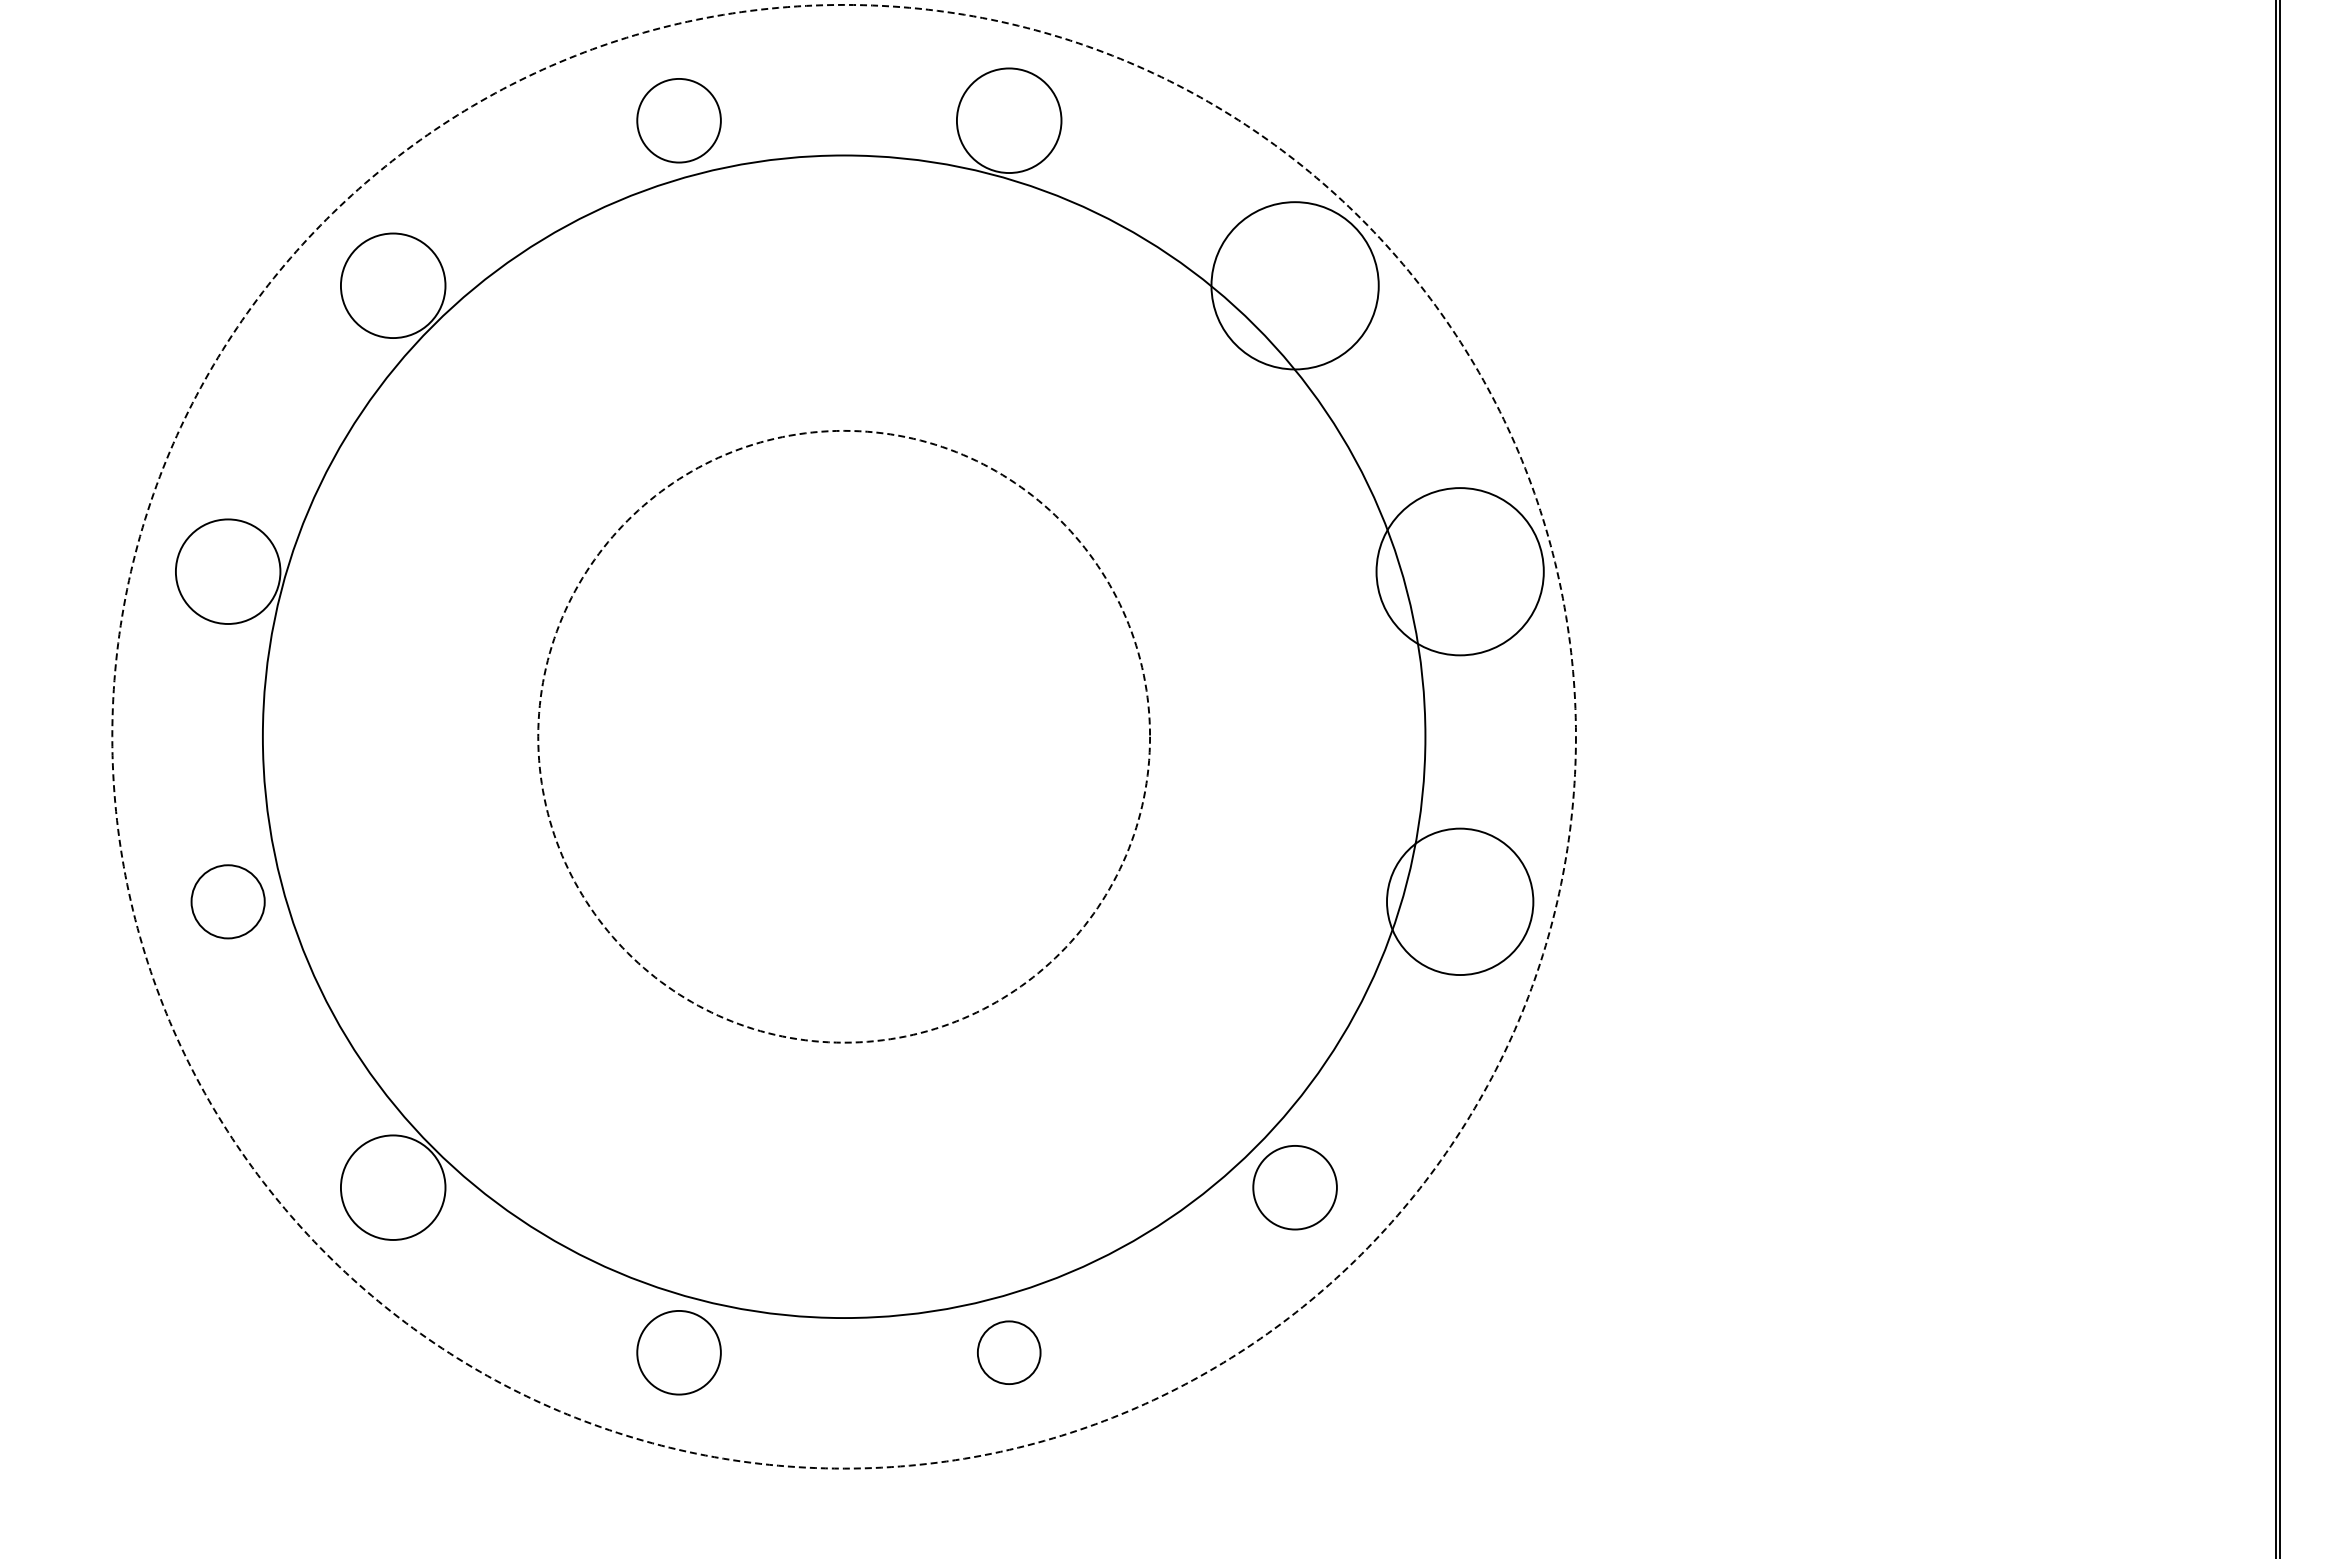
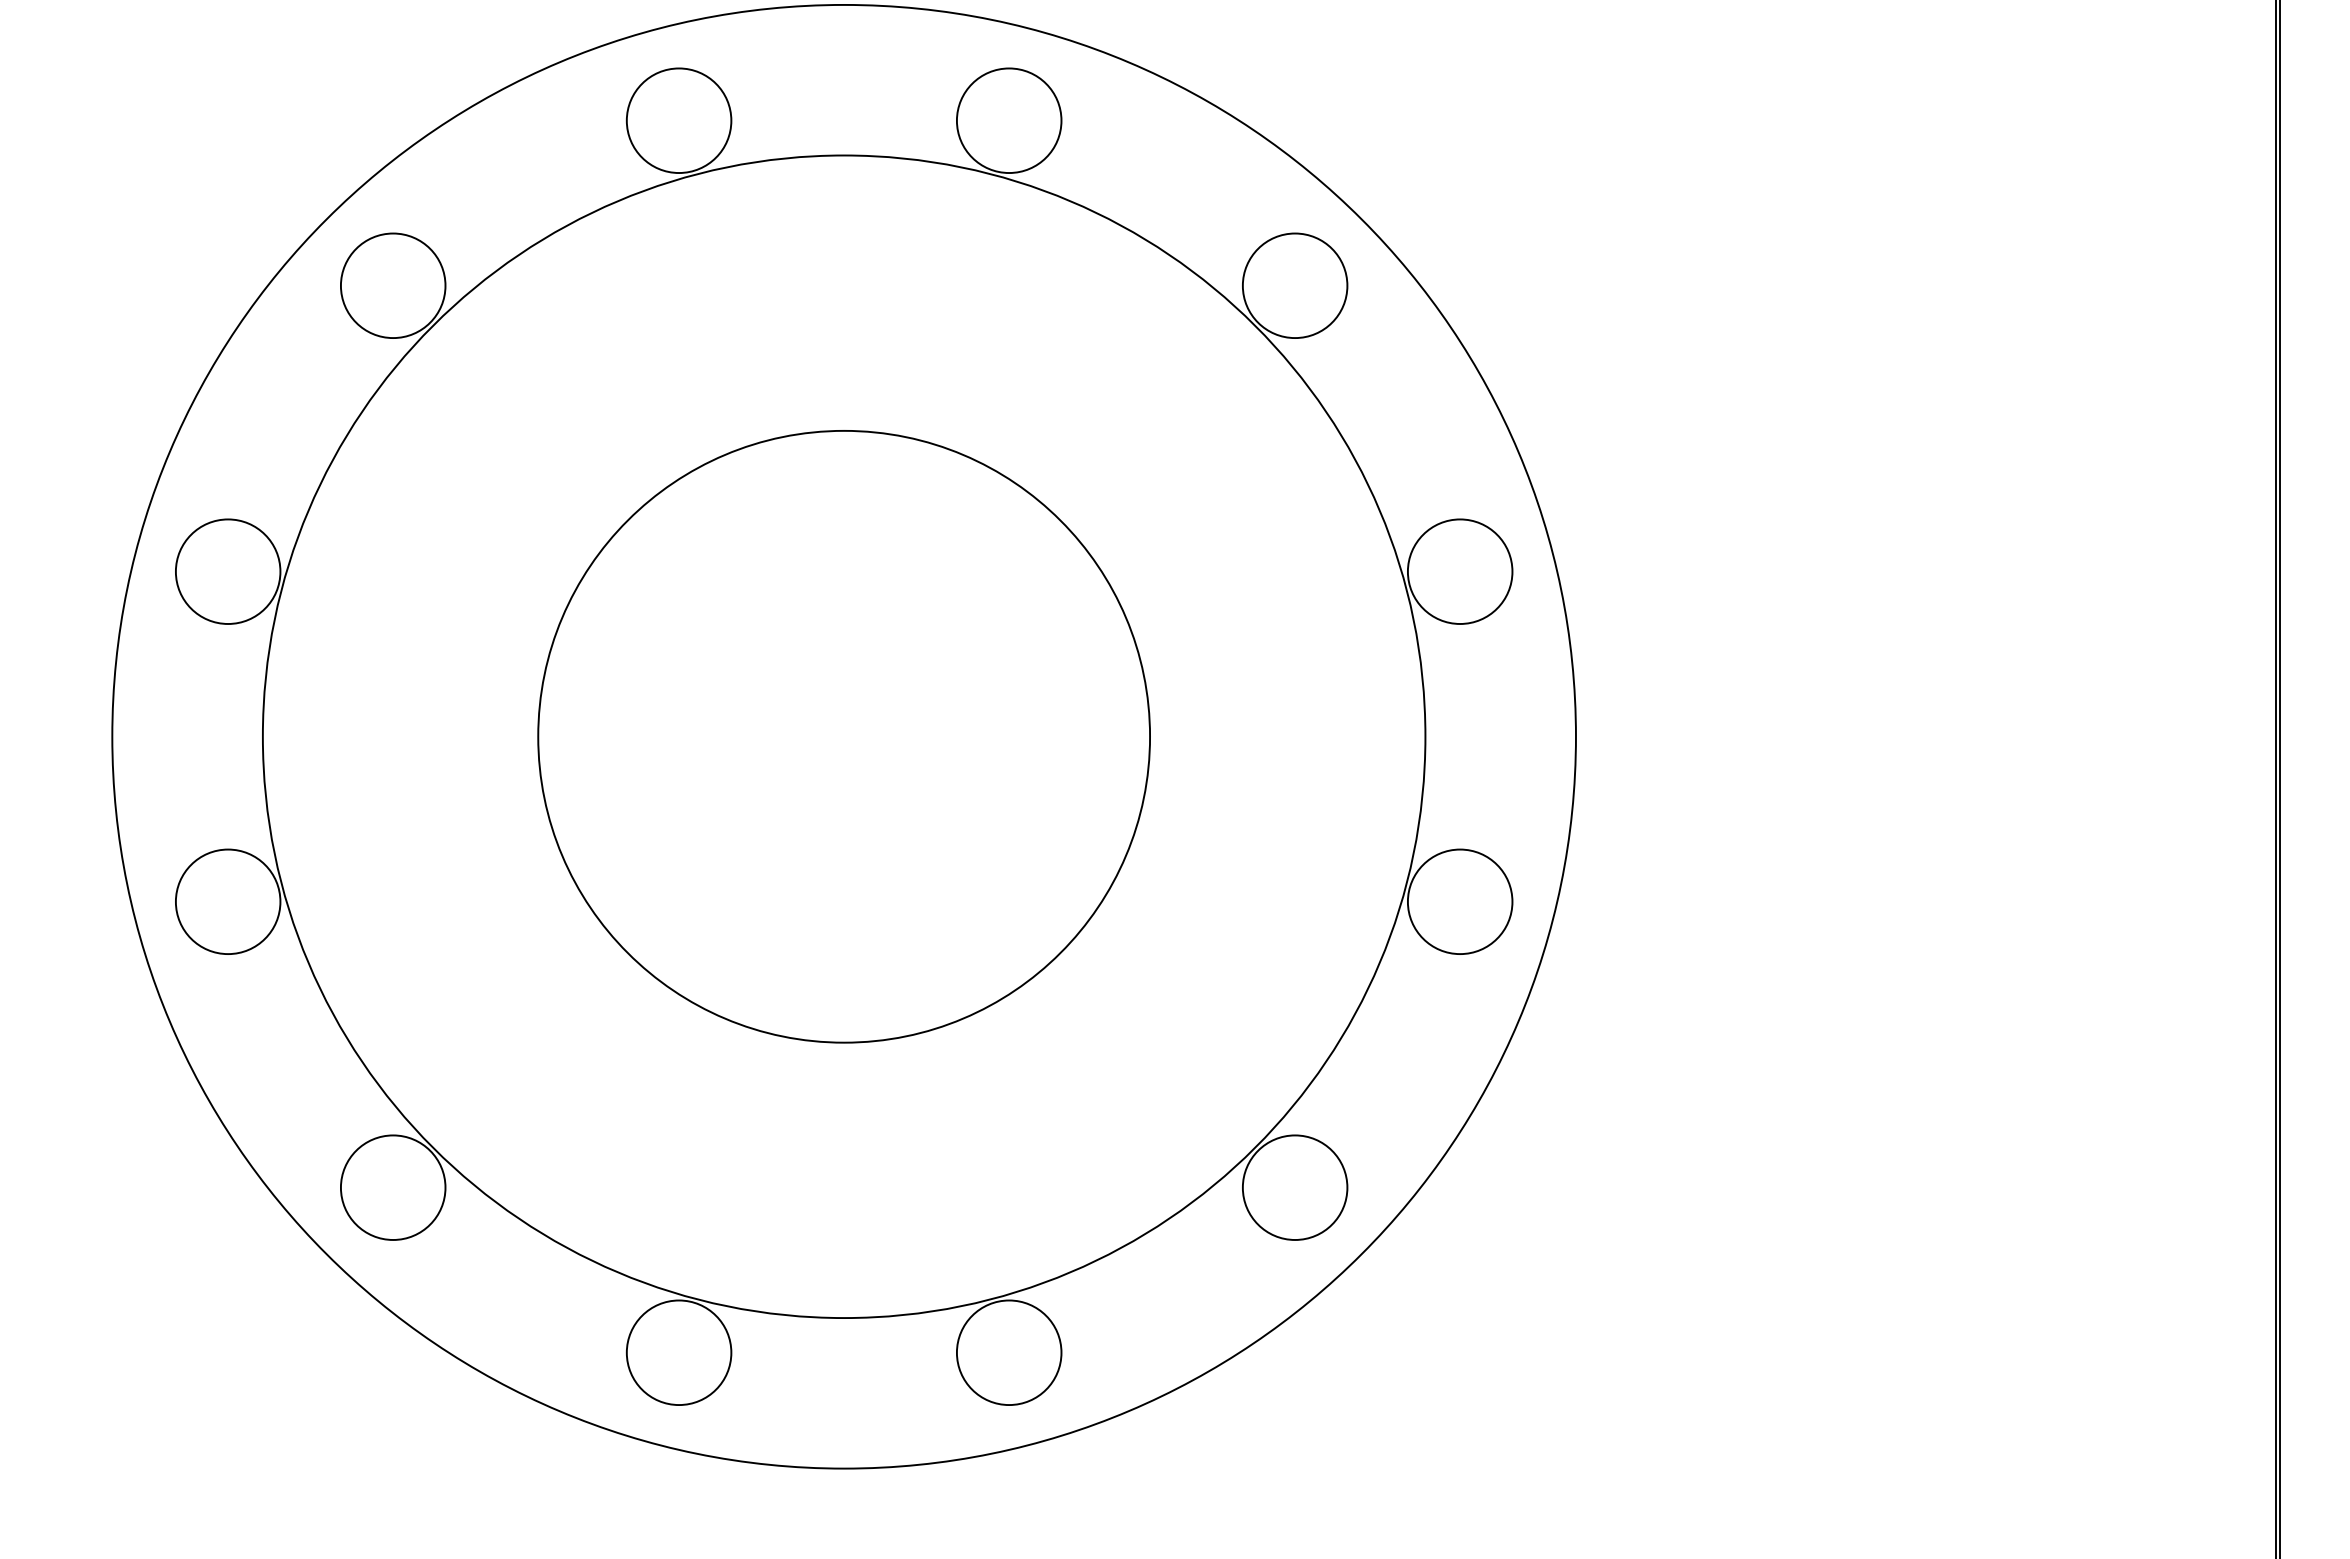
circle at (678, 120) diameter: 84 px -> 105 px
circle at (1294, 285) diameter: 167 px -> 105 px
circle at (1459, 571) diameter: 167 px -> 105 px
circle at (843, 736): dashed -> solid
circle at (844, 736): dashed -> solid
circle at (227, 901) diameter: 73 px -> 105 px
circle at (1460, 901) diameter: 146 px -> 105 px
circle at (1294, 1187) diameter: 84 px -> 105 px
circle at (678, 1352) diameter: 84 px -> 105 px
circle at (1008, 1352) diameter: 63 px -> 105 px
